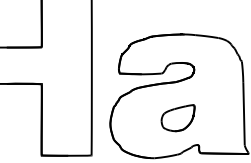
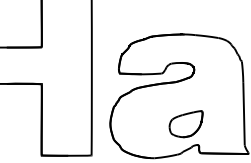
part at (177, 118) position: (177, 118) -> (185, 124)
